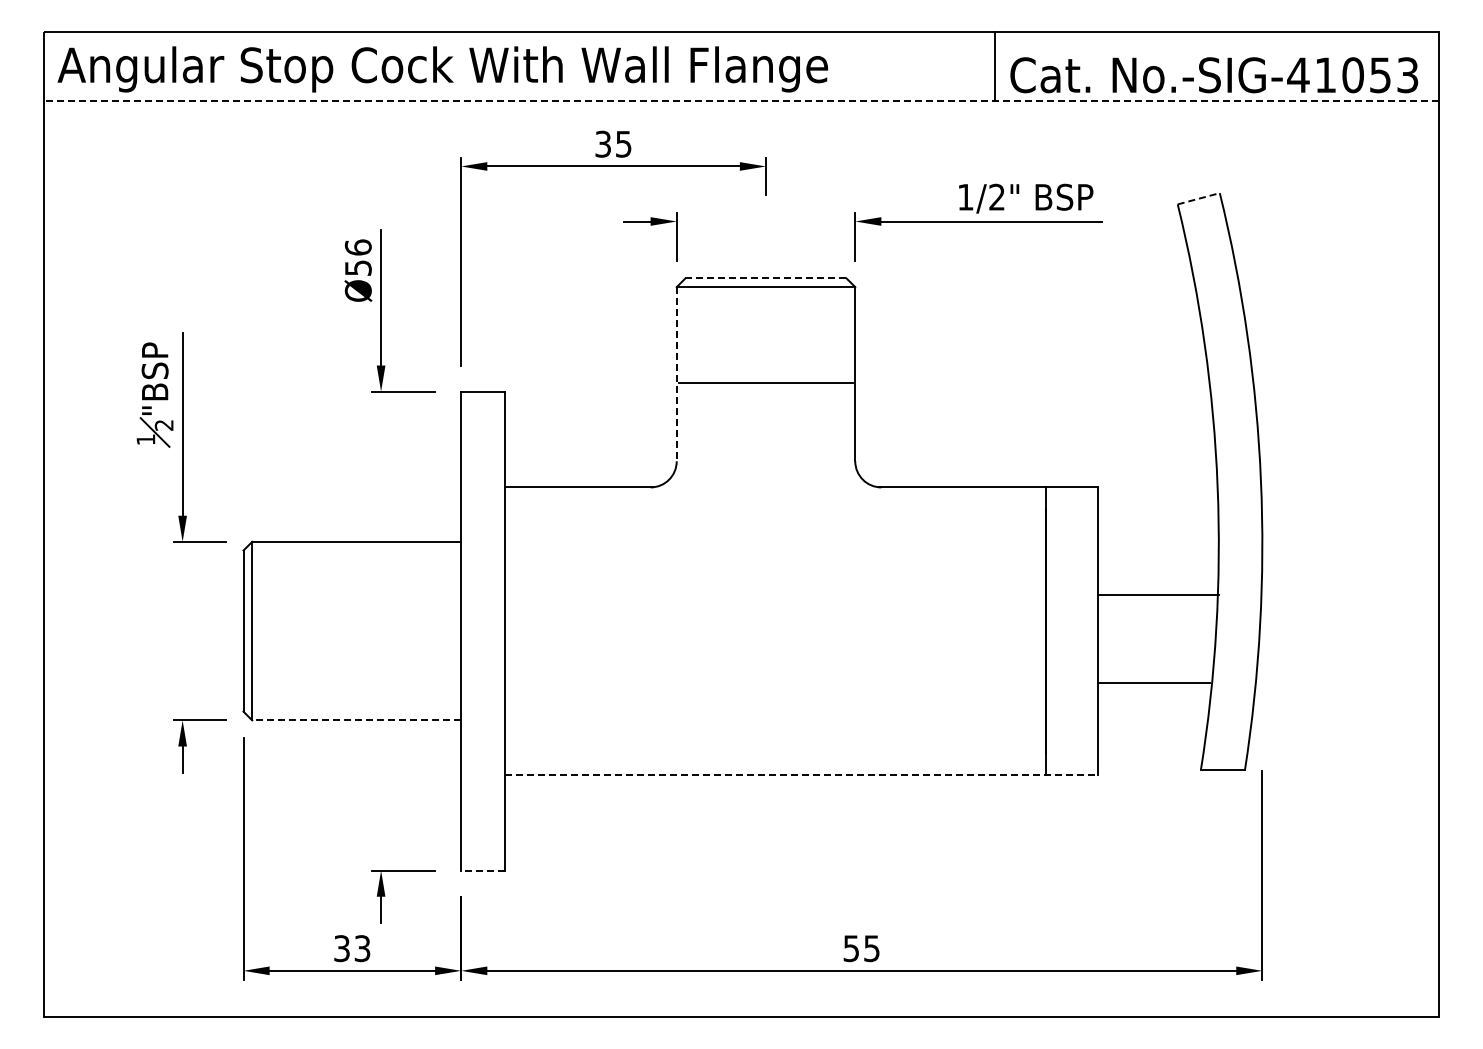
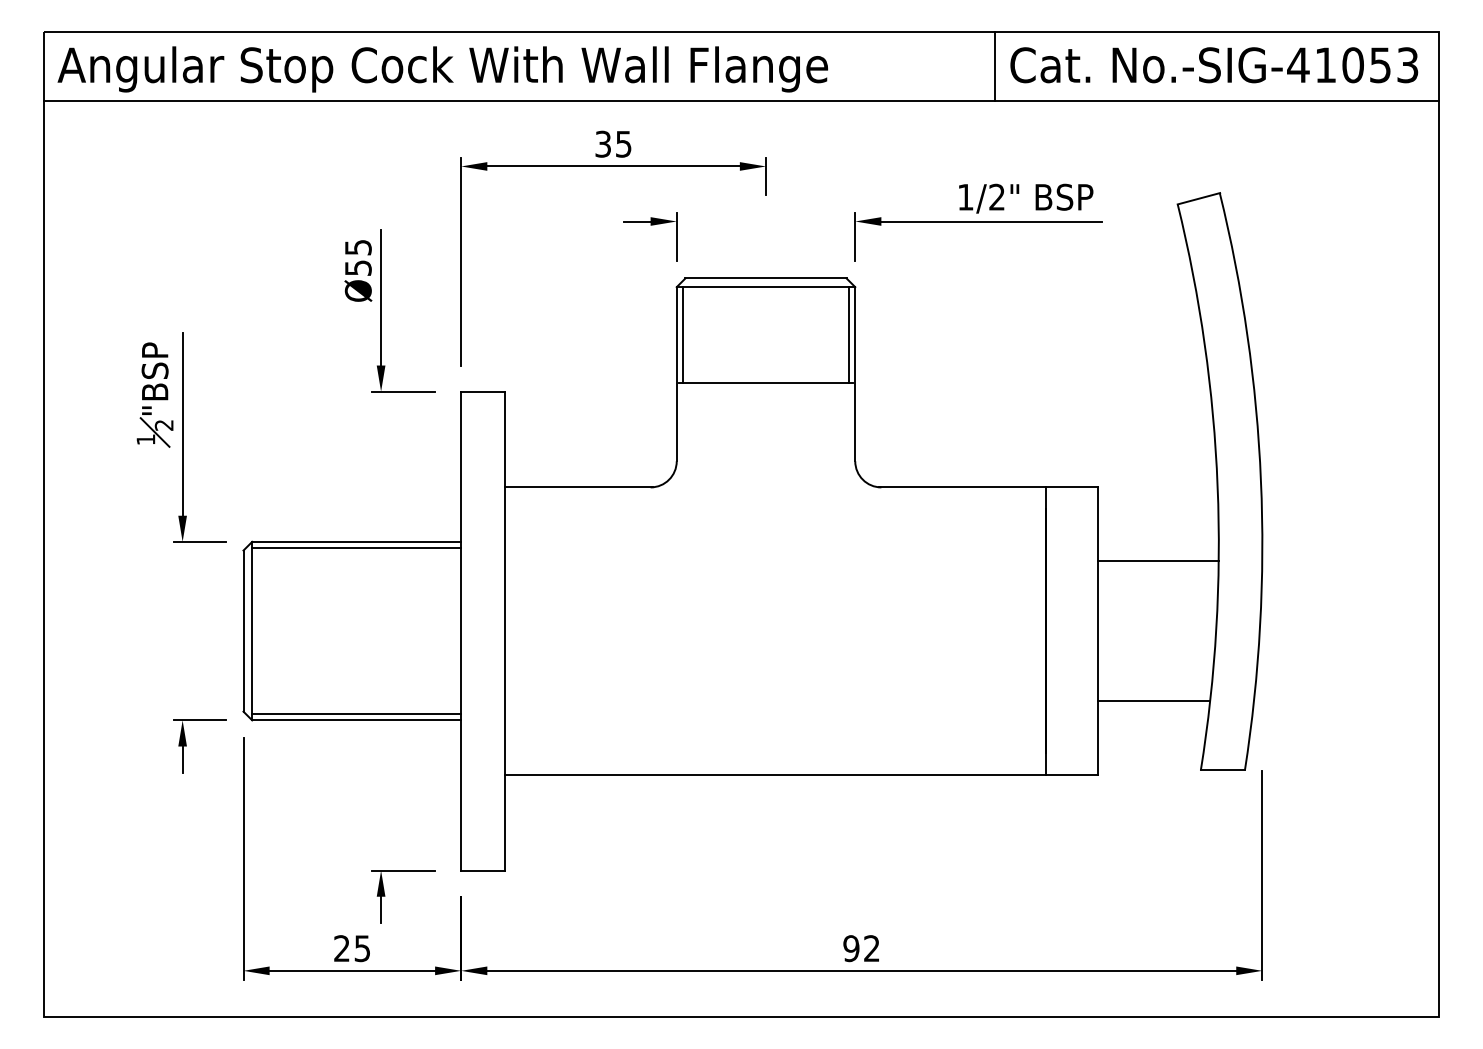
text at (1214, 75) position: (1214, 75) -> (1214, 65)
line at (741, 101): dashed -> solid
line at (1198, 198): dashed -> solid
text at (357, 247): Ø56 -> Ø55
line at (766, 278): dashed -> solid
line at (683, 334): none -> present
line at (848, 334): none -> present
line at (676, 374): dashed -> solid
line at (356, 548): none -> present
line at (1158, 595) position: (1158, 595) -> (1158, 561)
line at (1154, 682) position: (1154, 682) -> (1154, 700)
line at (356, 713): none -> present
line at (356, 720): dashed -> solid
line at (801, 774): dashed -> solid
line at (482, 870): dashed -> solid
text at (352, 948): 33 -> 25
text at (861, 948): 55 -> 92
